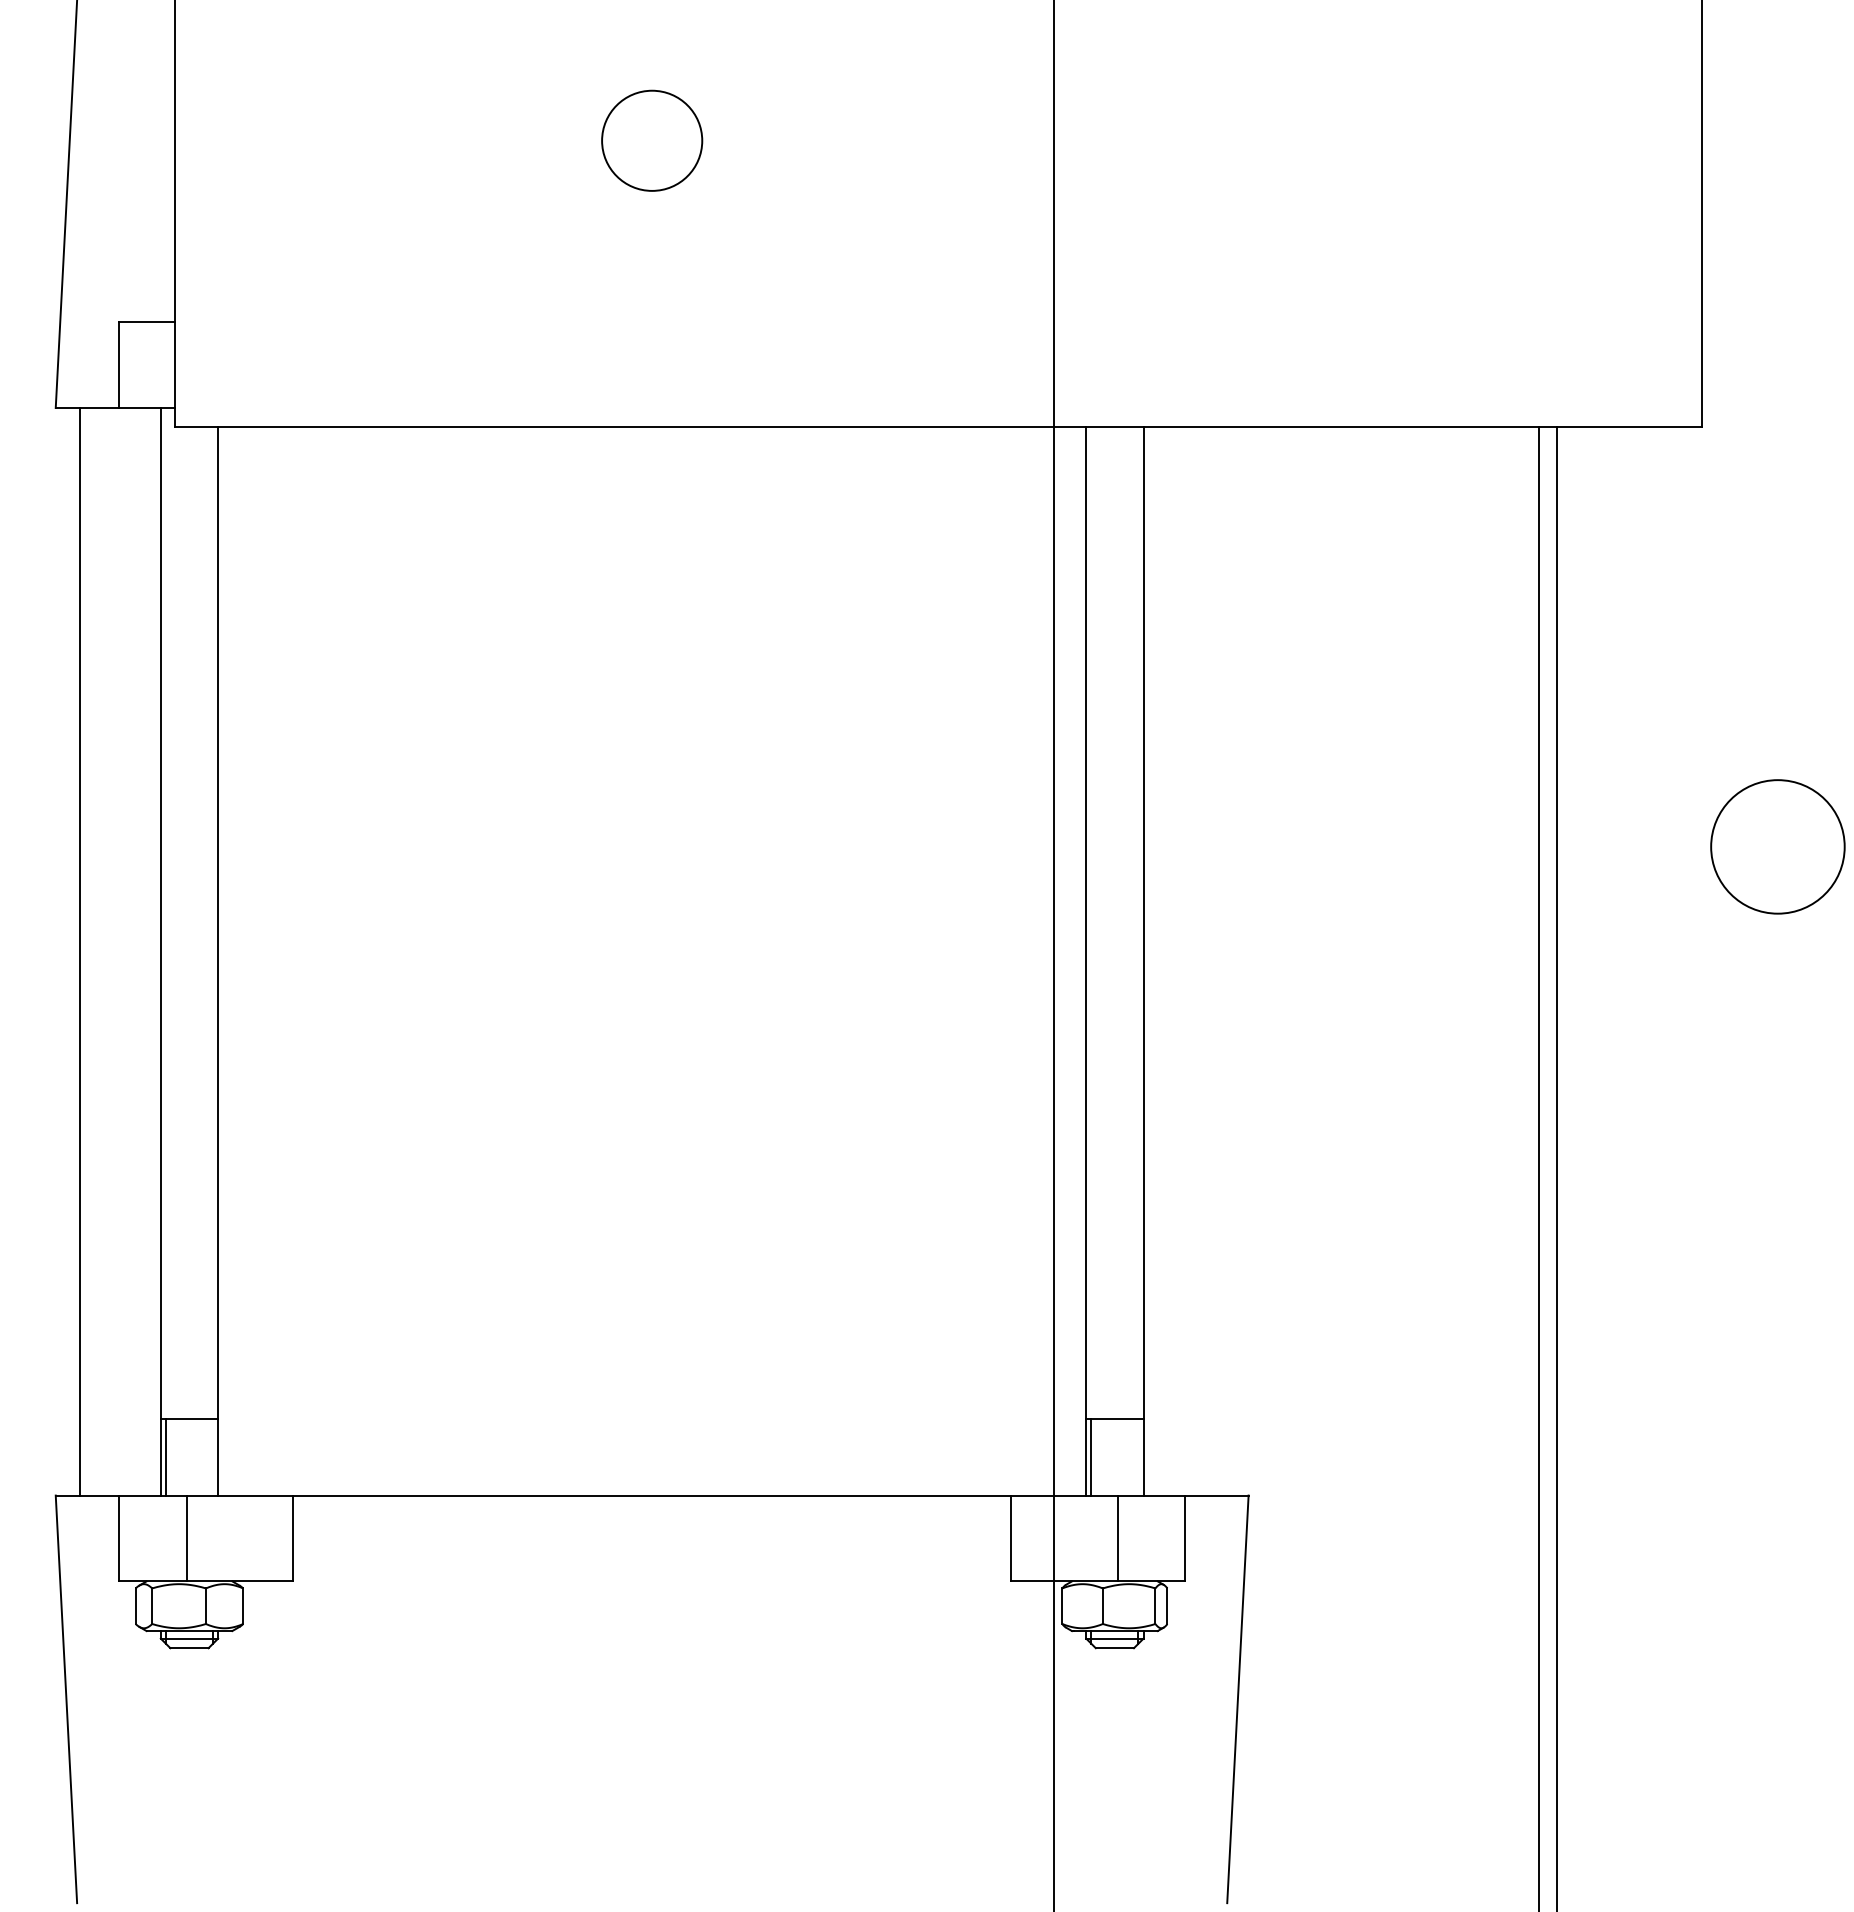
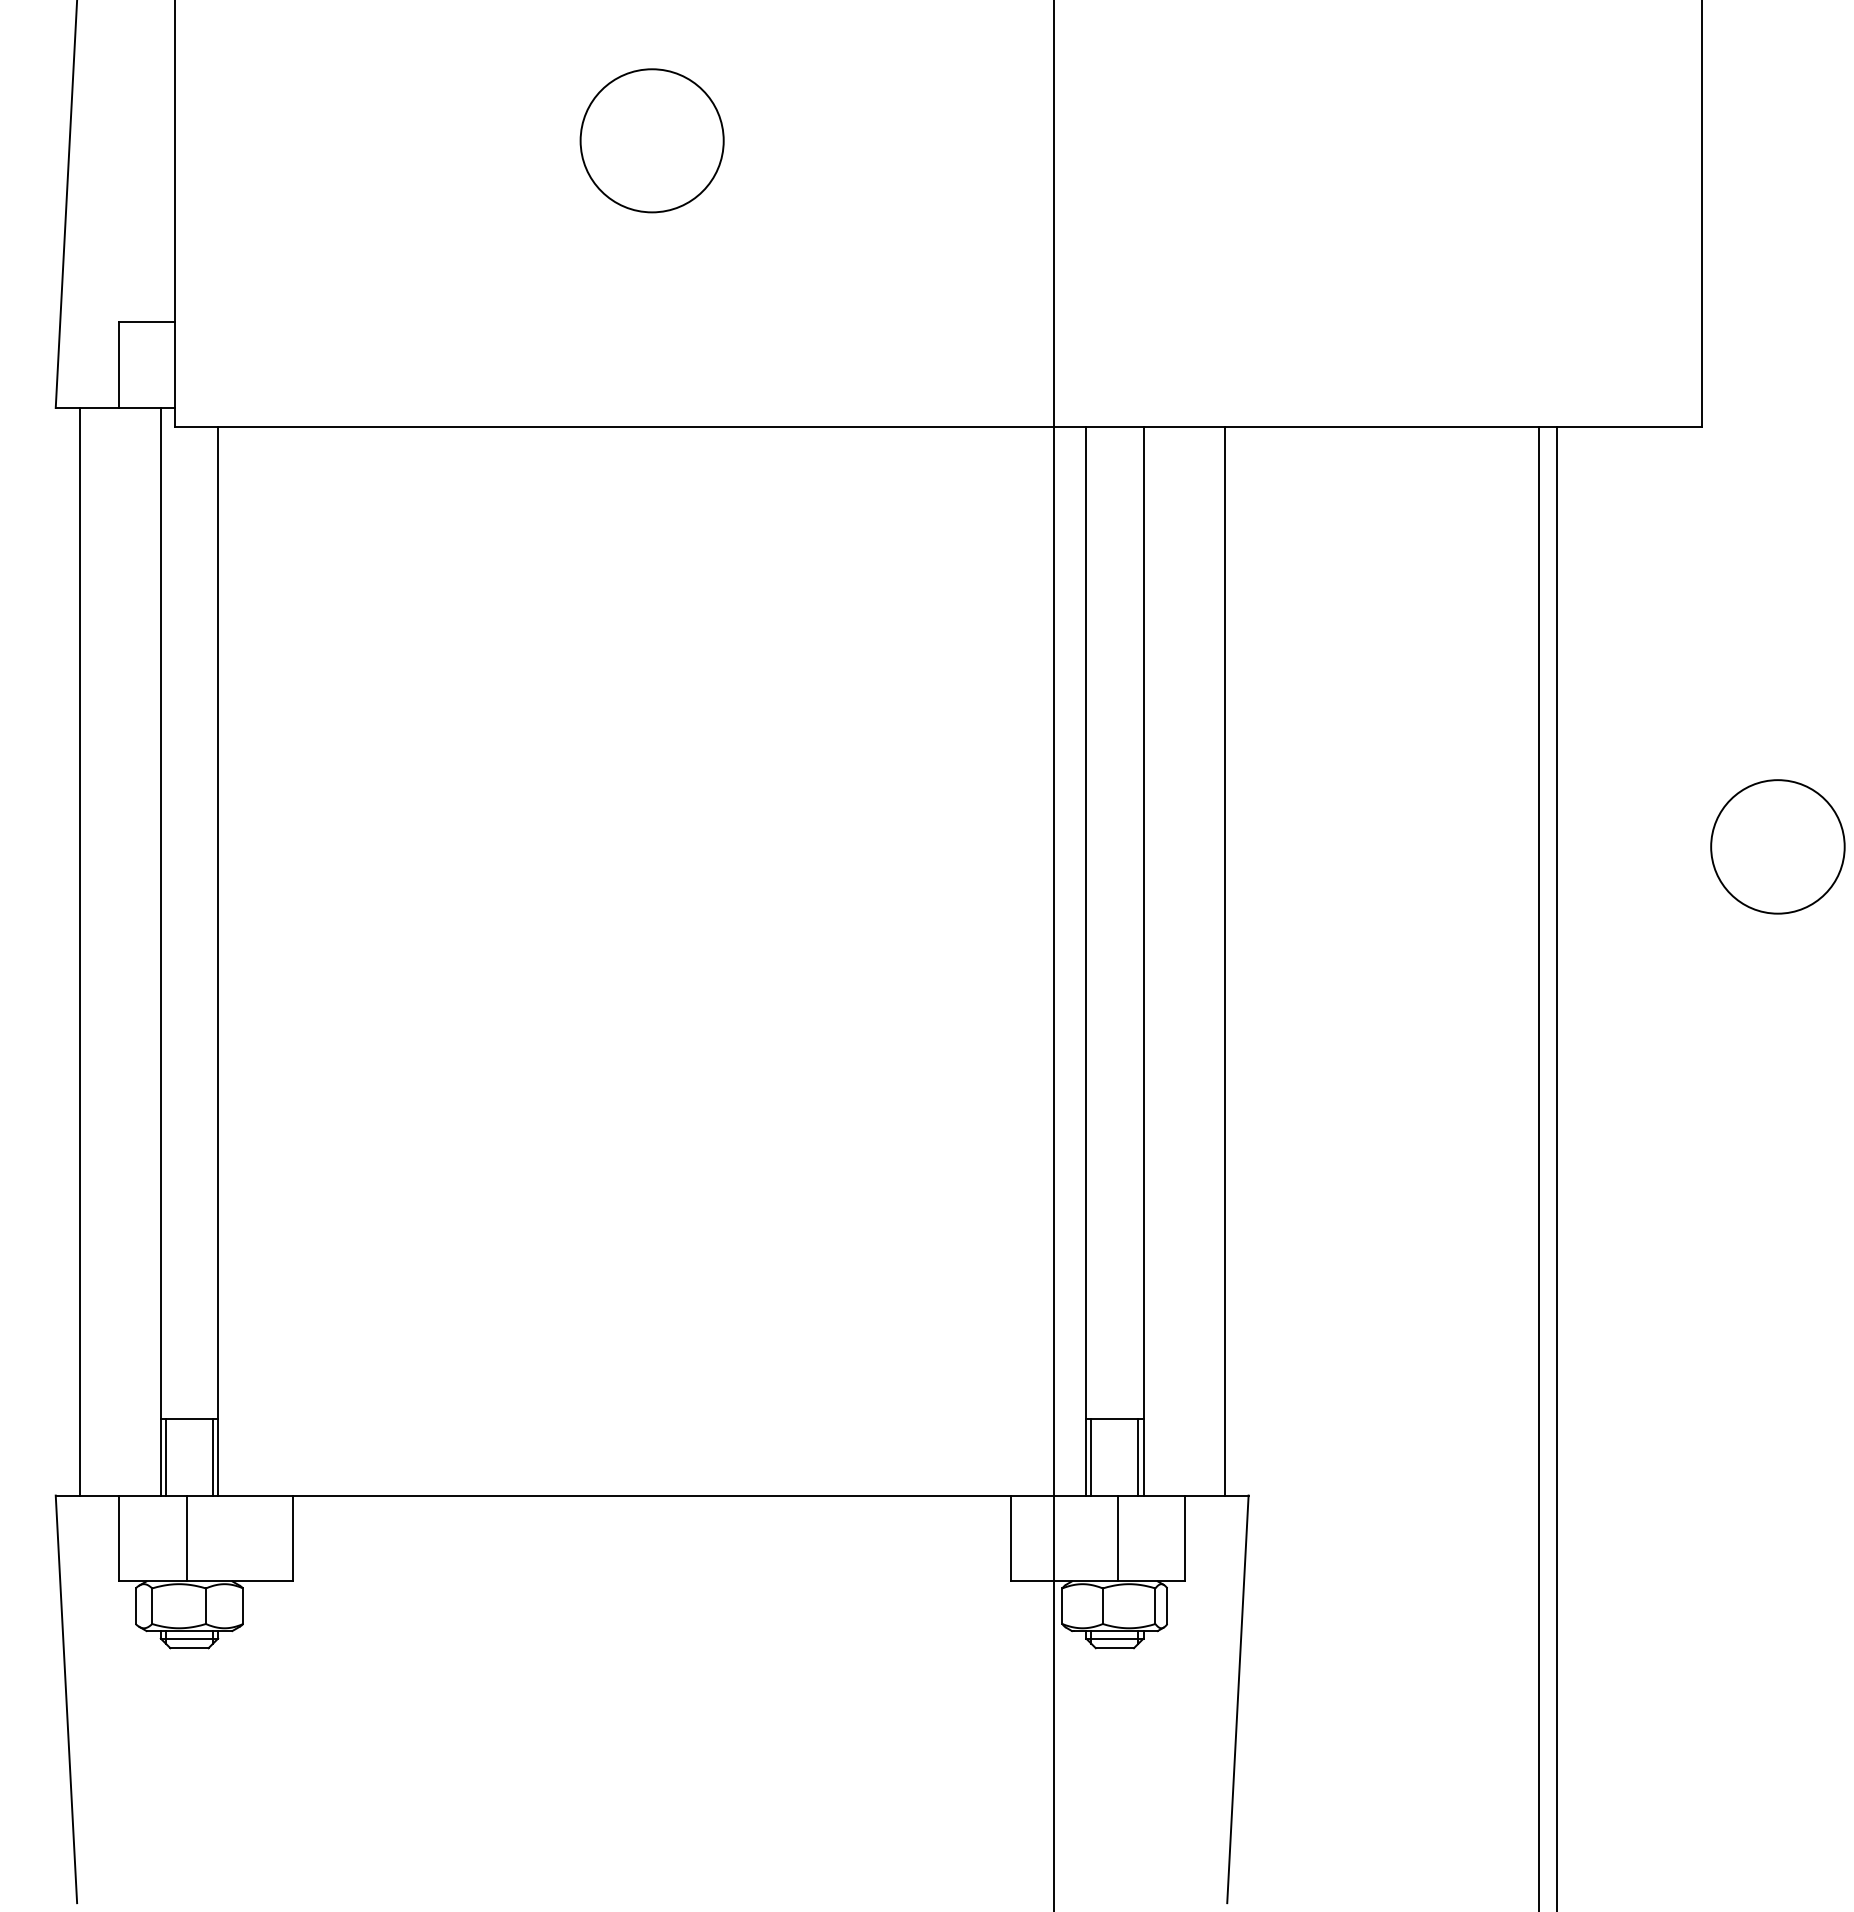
circle at (652, 140) diameter: 100 px -> 143 px
line at (1224, 961): none -> present
line at (212, 1457): none -> present
line at (1138, 1457): none -> present
